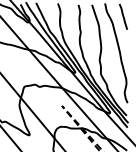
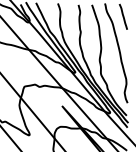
line at (62, 105): dashed -> solid
